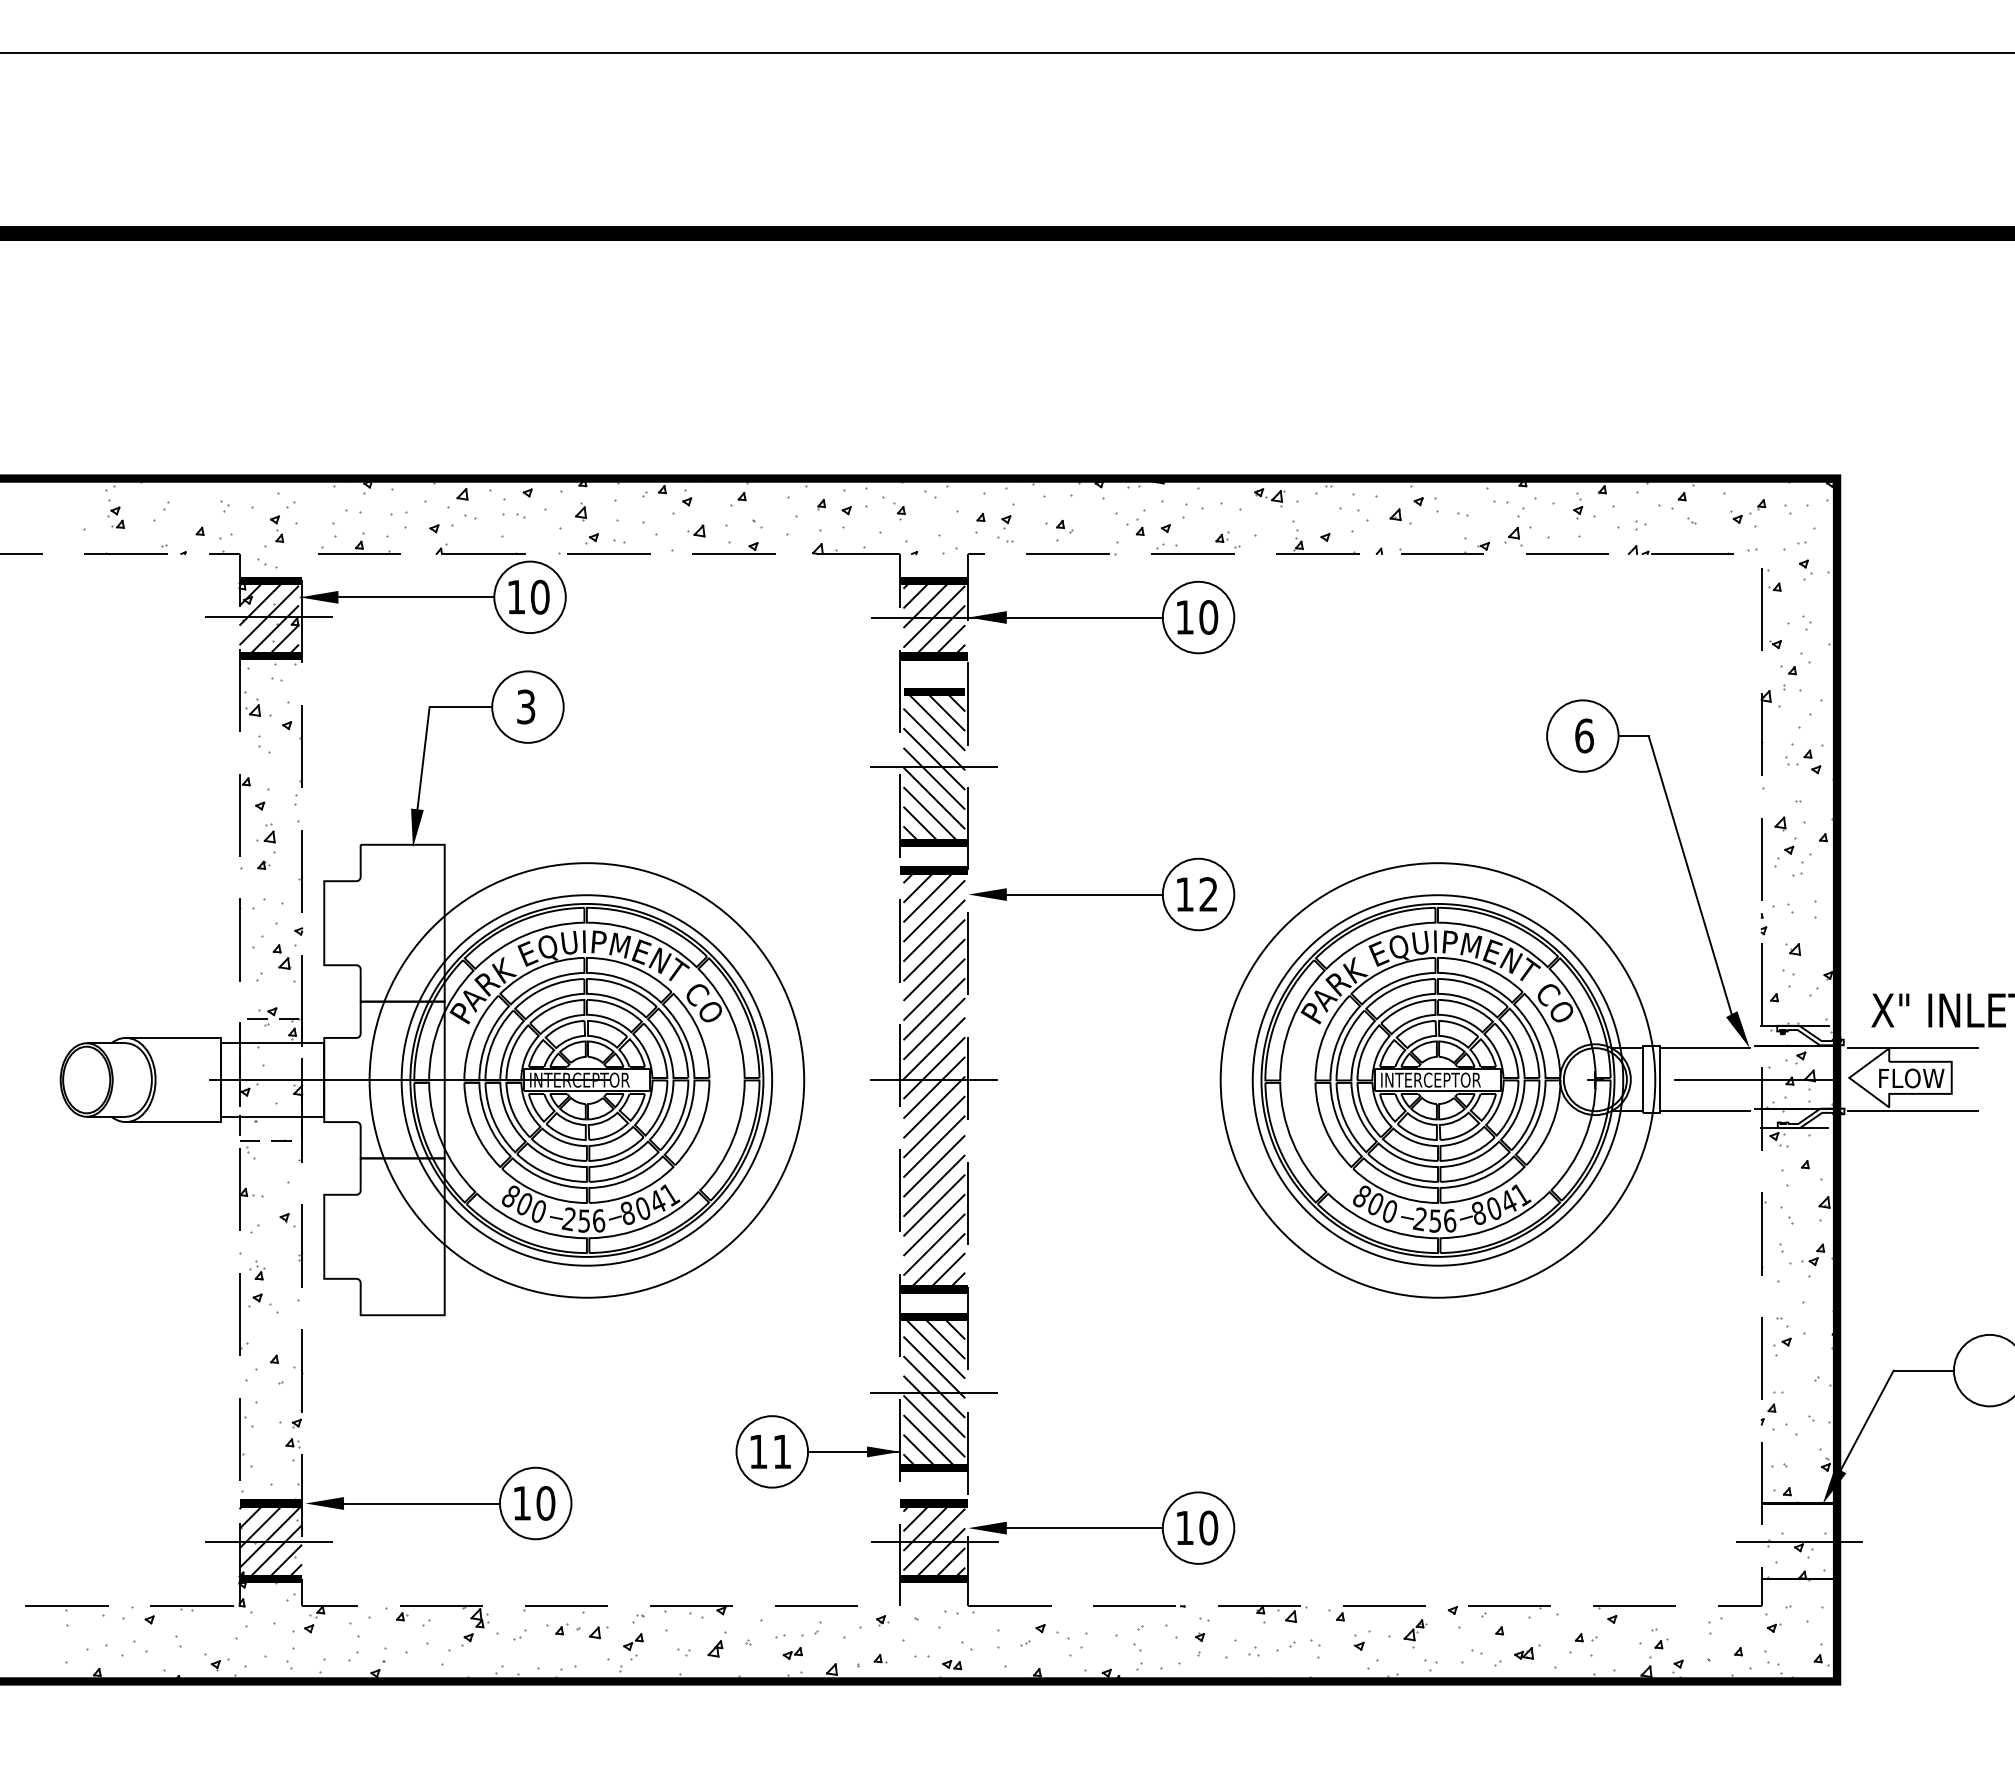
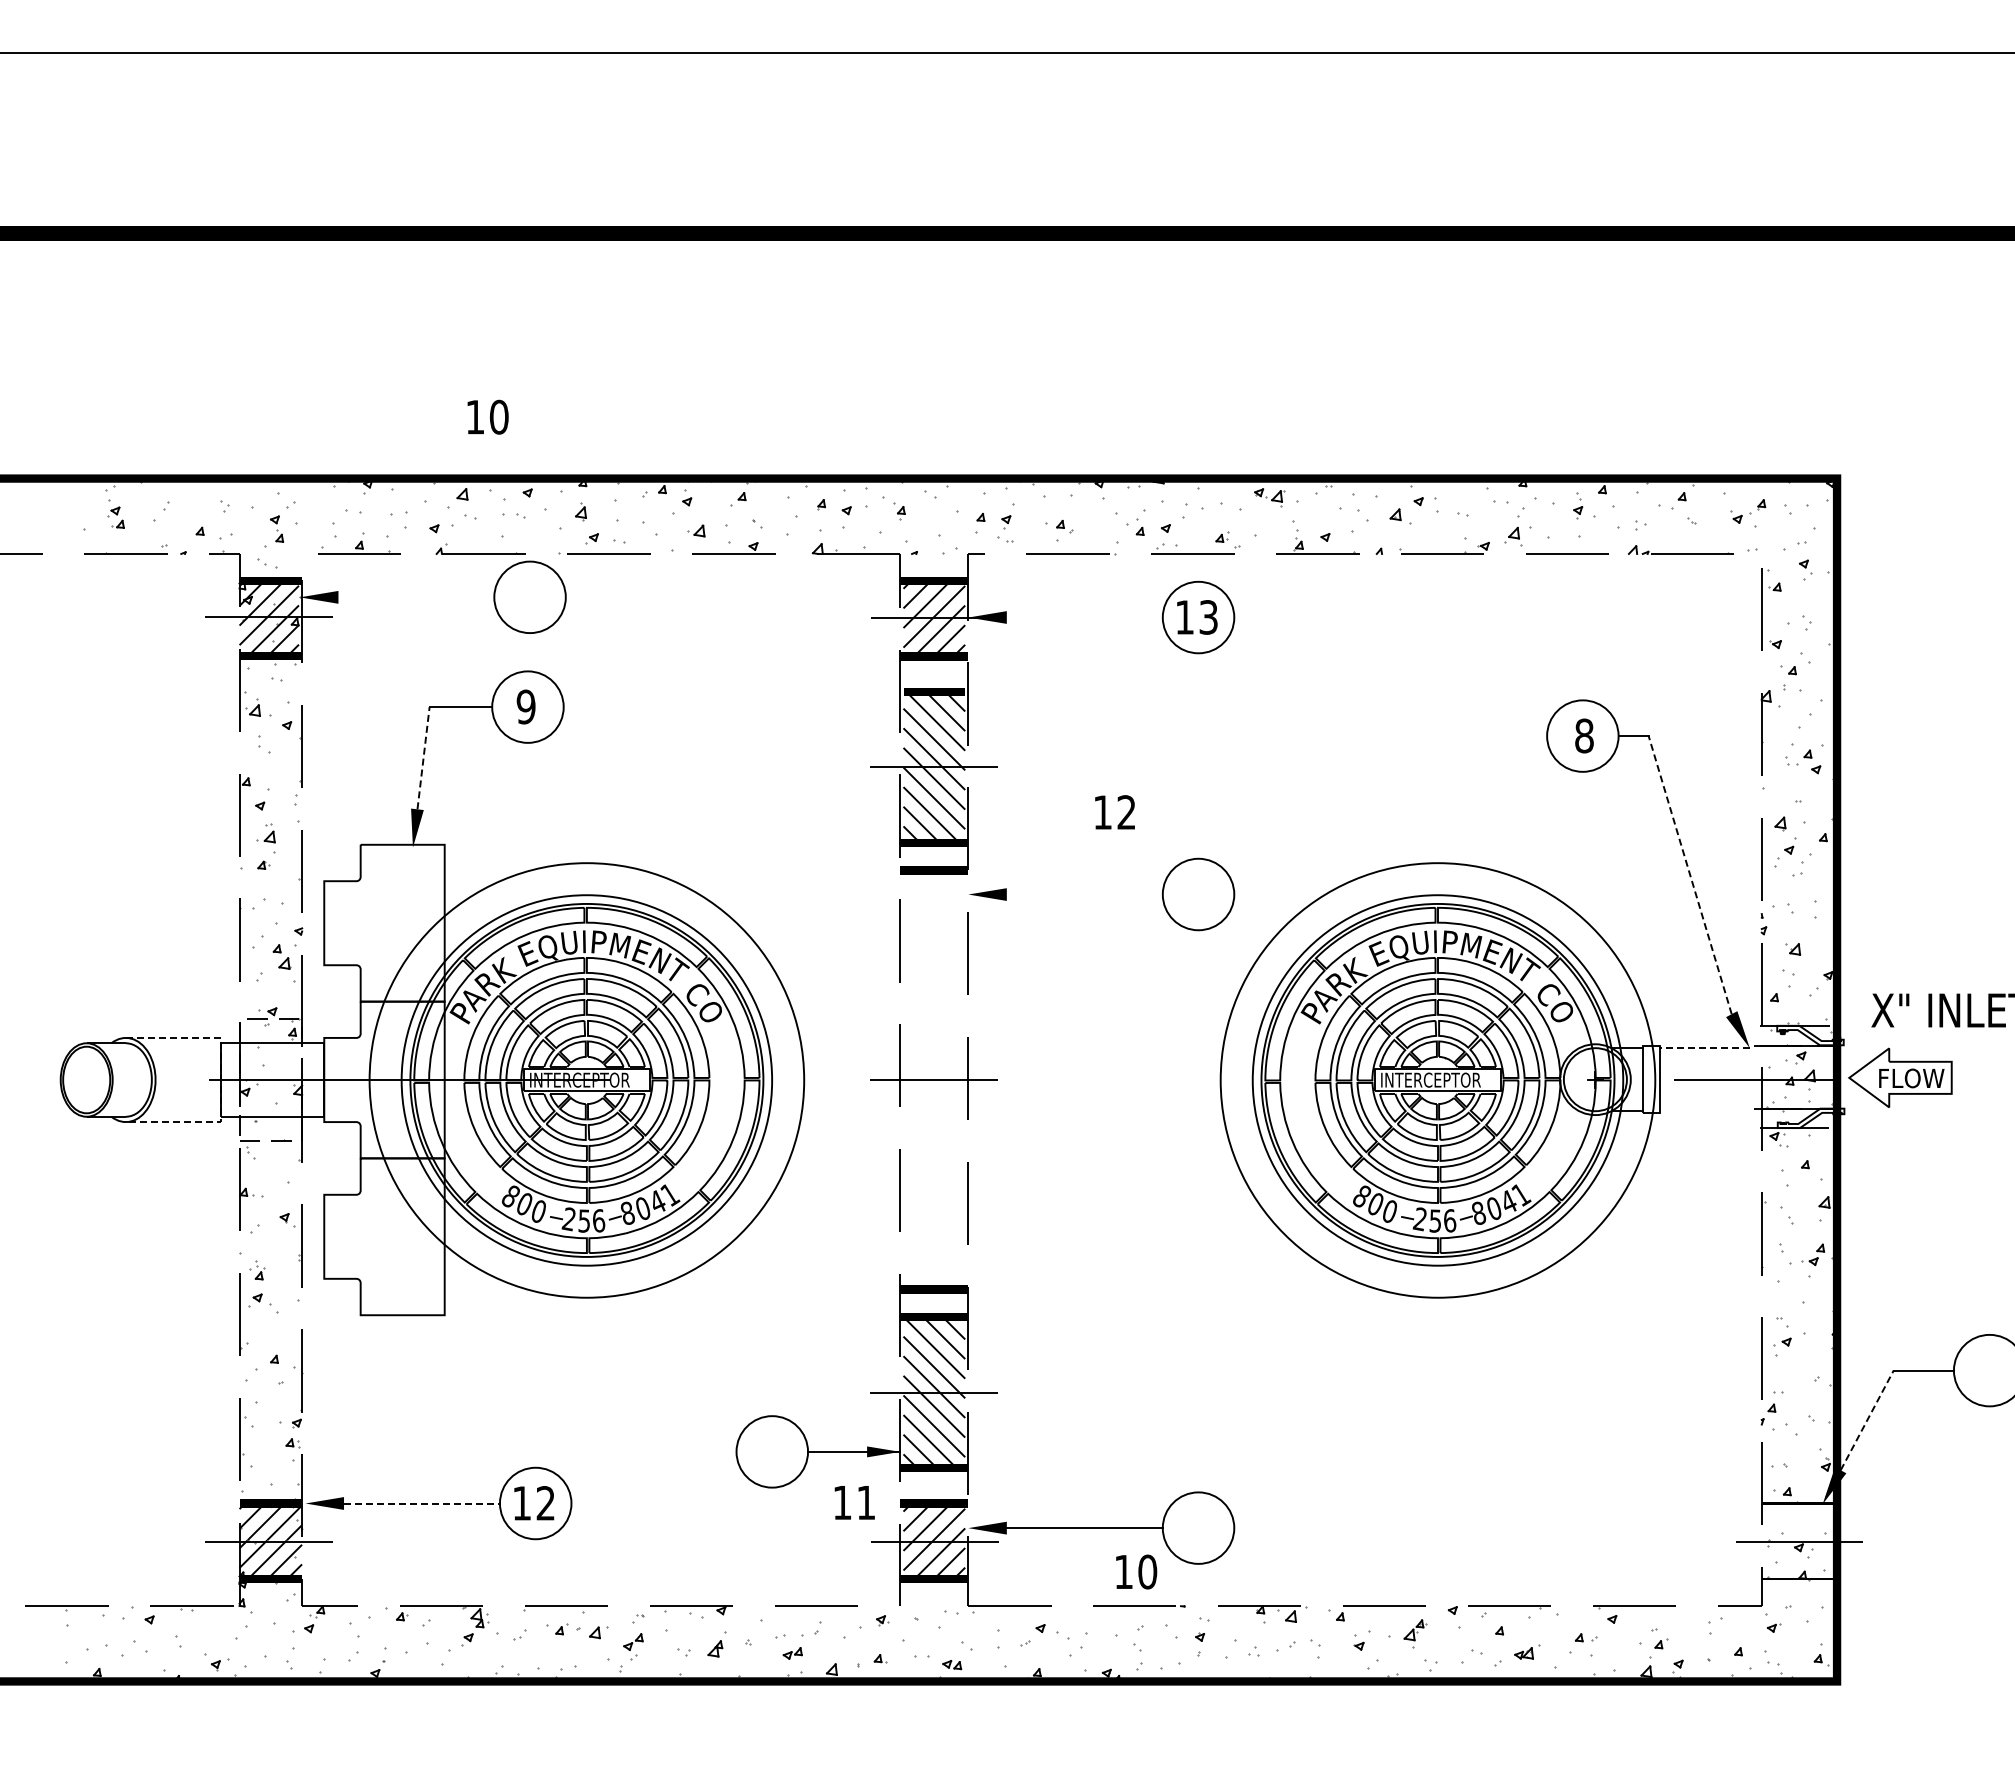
text at (528, 596) position: (528, 596) -> (487, 416)
line at (416, 597): present -> none
line at (1084, 617): present -> none
text at (1208, 617): 10 -> 13
text at (525, 706): 3 -> 9
text at (1584, 735): 6 -> 8
line at (423, 757): solid -> dashed
line at (1690, 874): solid -> dashed
line at (1084, 894): present -> none
text at (1196, 894) position: (1196, 894) -> (1114, 812)
line at (1705, 1048): solid -> dashed
line at (1912, 1048): present -> none
hatch at (934, 1079): present -> none
line at (220, 1080): solid -> dashed
line at (1704, 1111): present -> none
line at (1912, 1111): present -> none
line at (1867, 1420): solid -> dashed
text at (770, 1451) position: (770, 1451) -> (854, 1502)
line at (422, 1503): solid -> dashed
text at (545, 1503): 10 -> 12
text at (1197, 1527) position: (1197, 1527) -> (1136, 1571)
